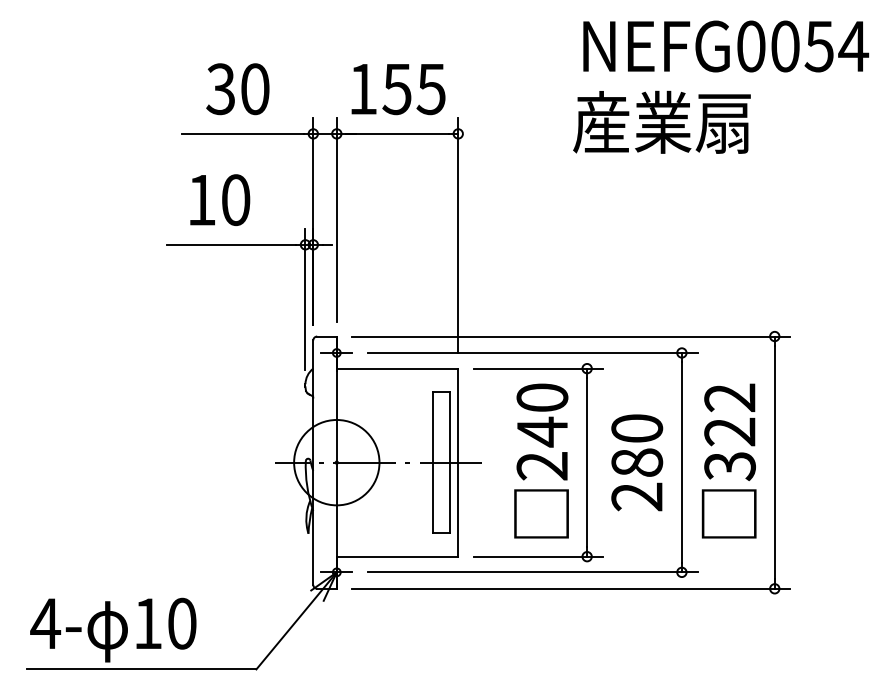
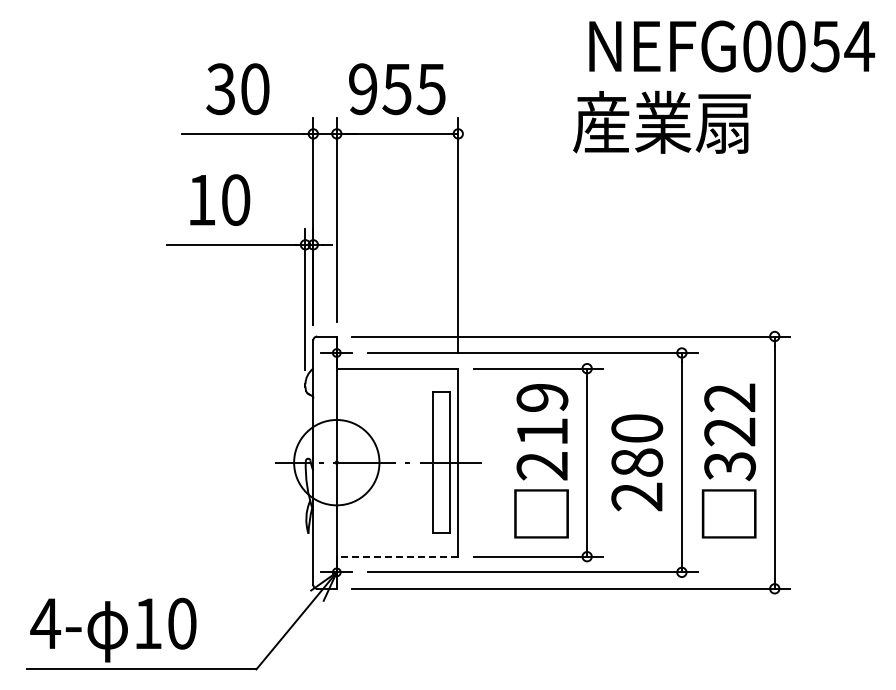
text at (726, 46) position: (726, 46) -> (732, 46)
text at (363, 89): 155 -> 955
text at (542, 415): 240 -> 219
line at (397, 556): solid -> dashed
